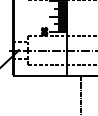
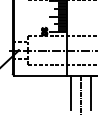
line at (71, 92): none -> present
line at (91, 92): none -> present
